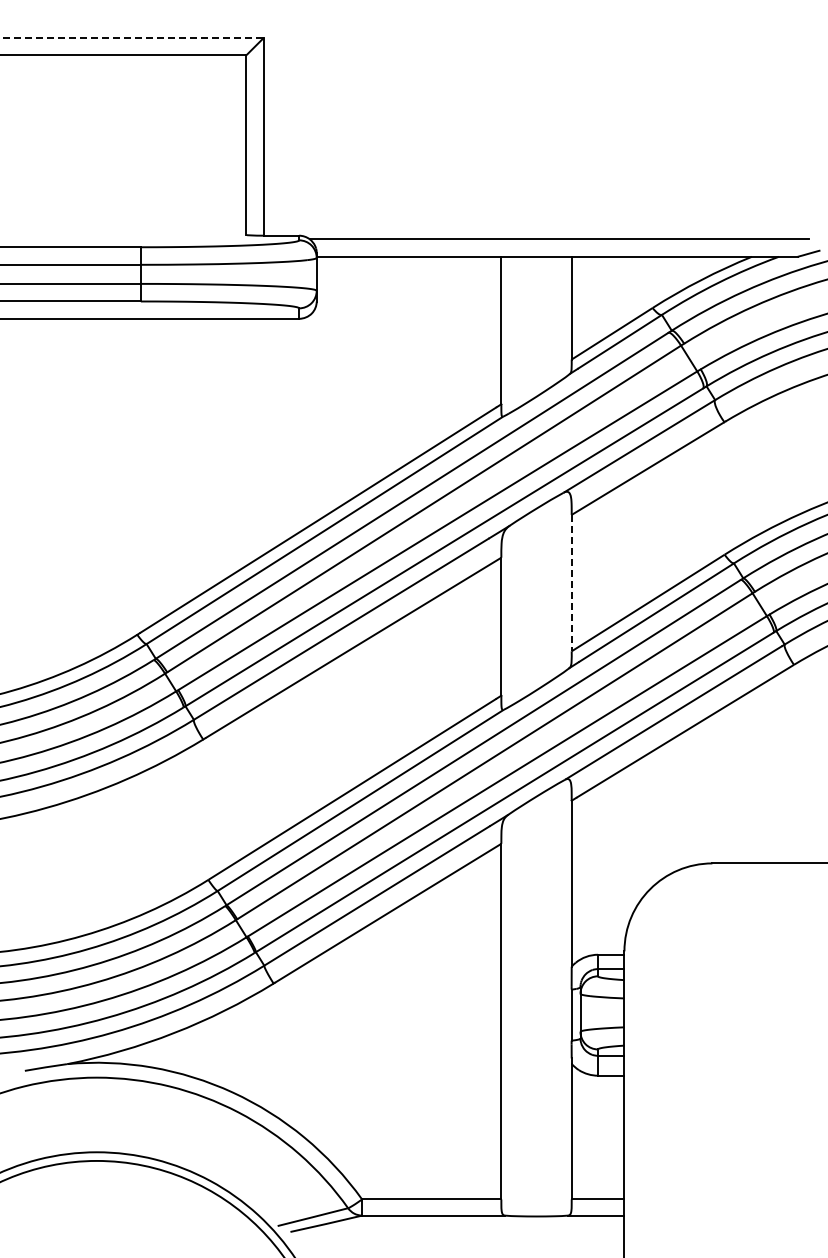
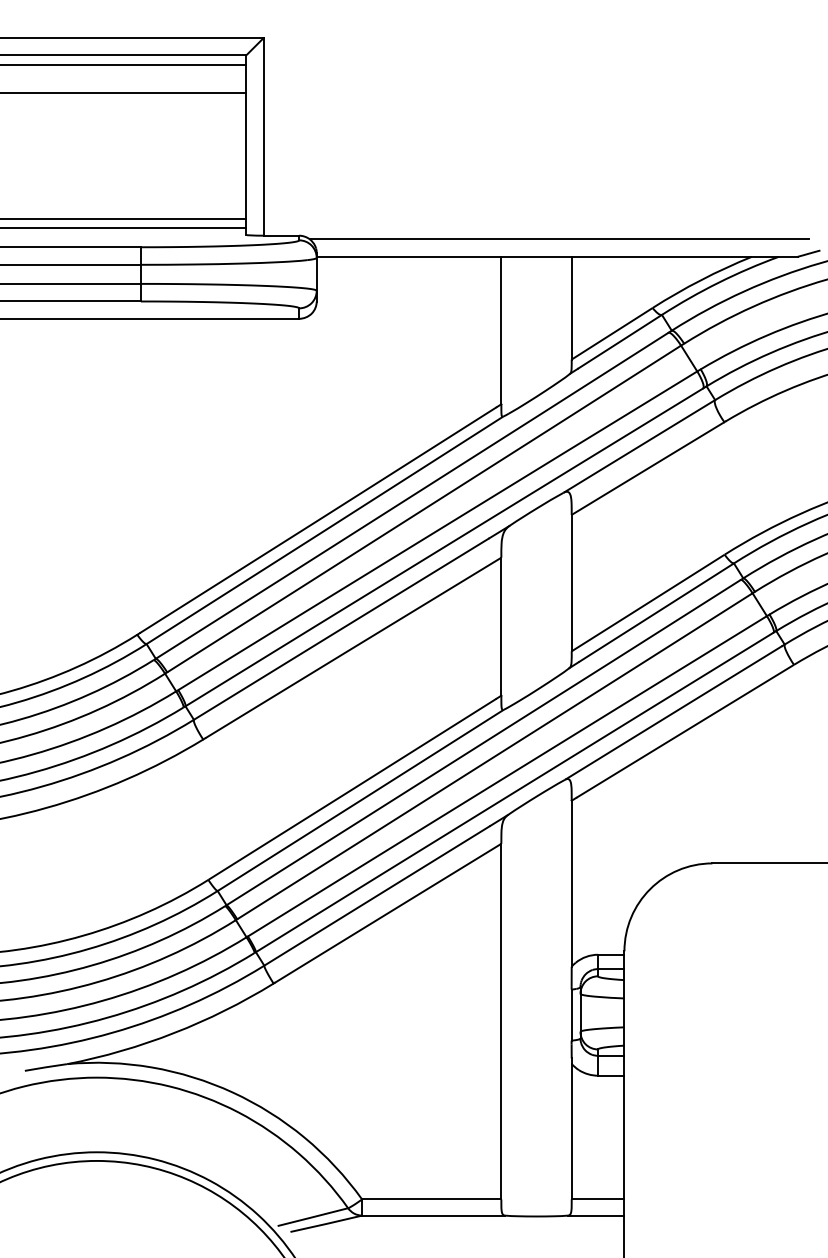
line at (132, 37): dashed -> solid
line at (124, 65): none -> present
line at (124, 92): none -> present
line at (124, 219): none -> present
line at (124, 228): none -> present
line at (571, 583): dashed -> solid
